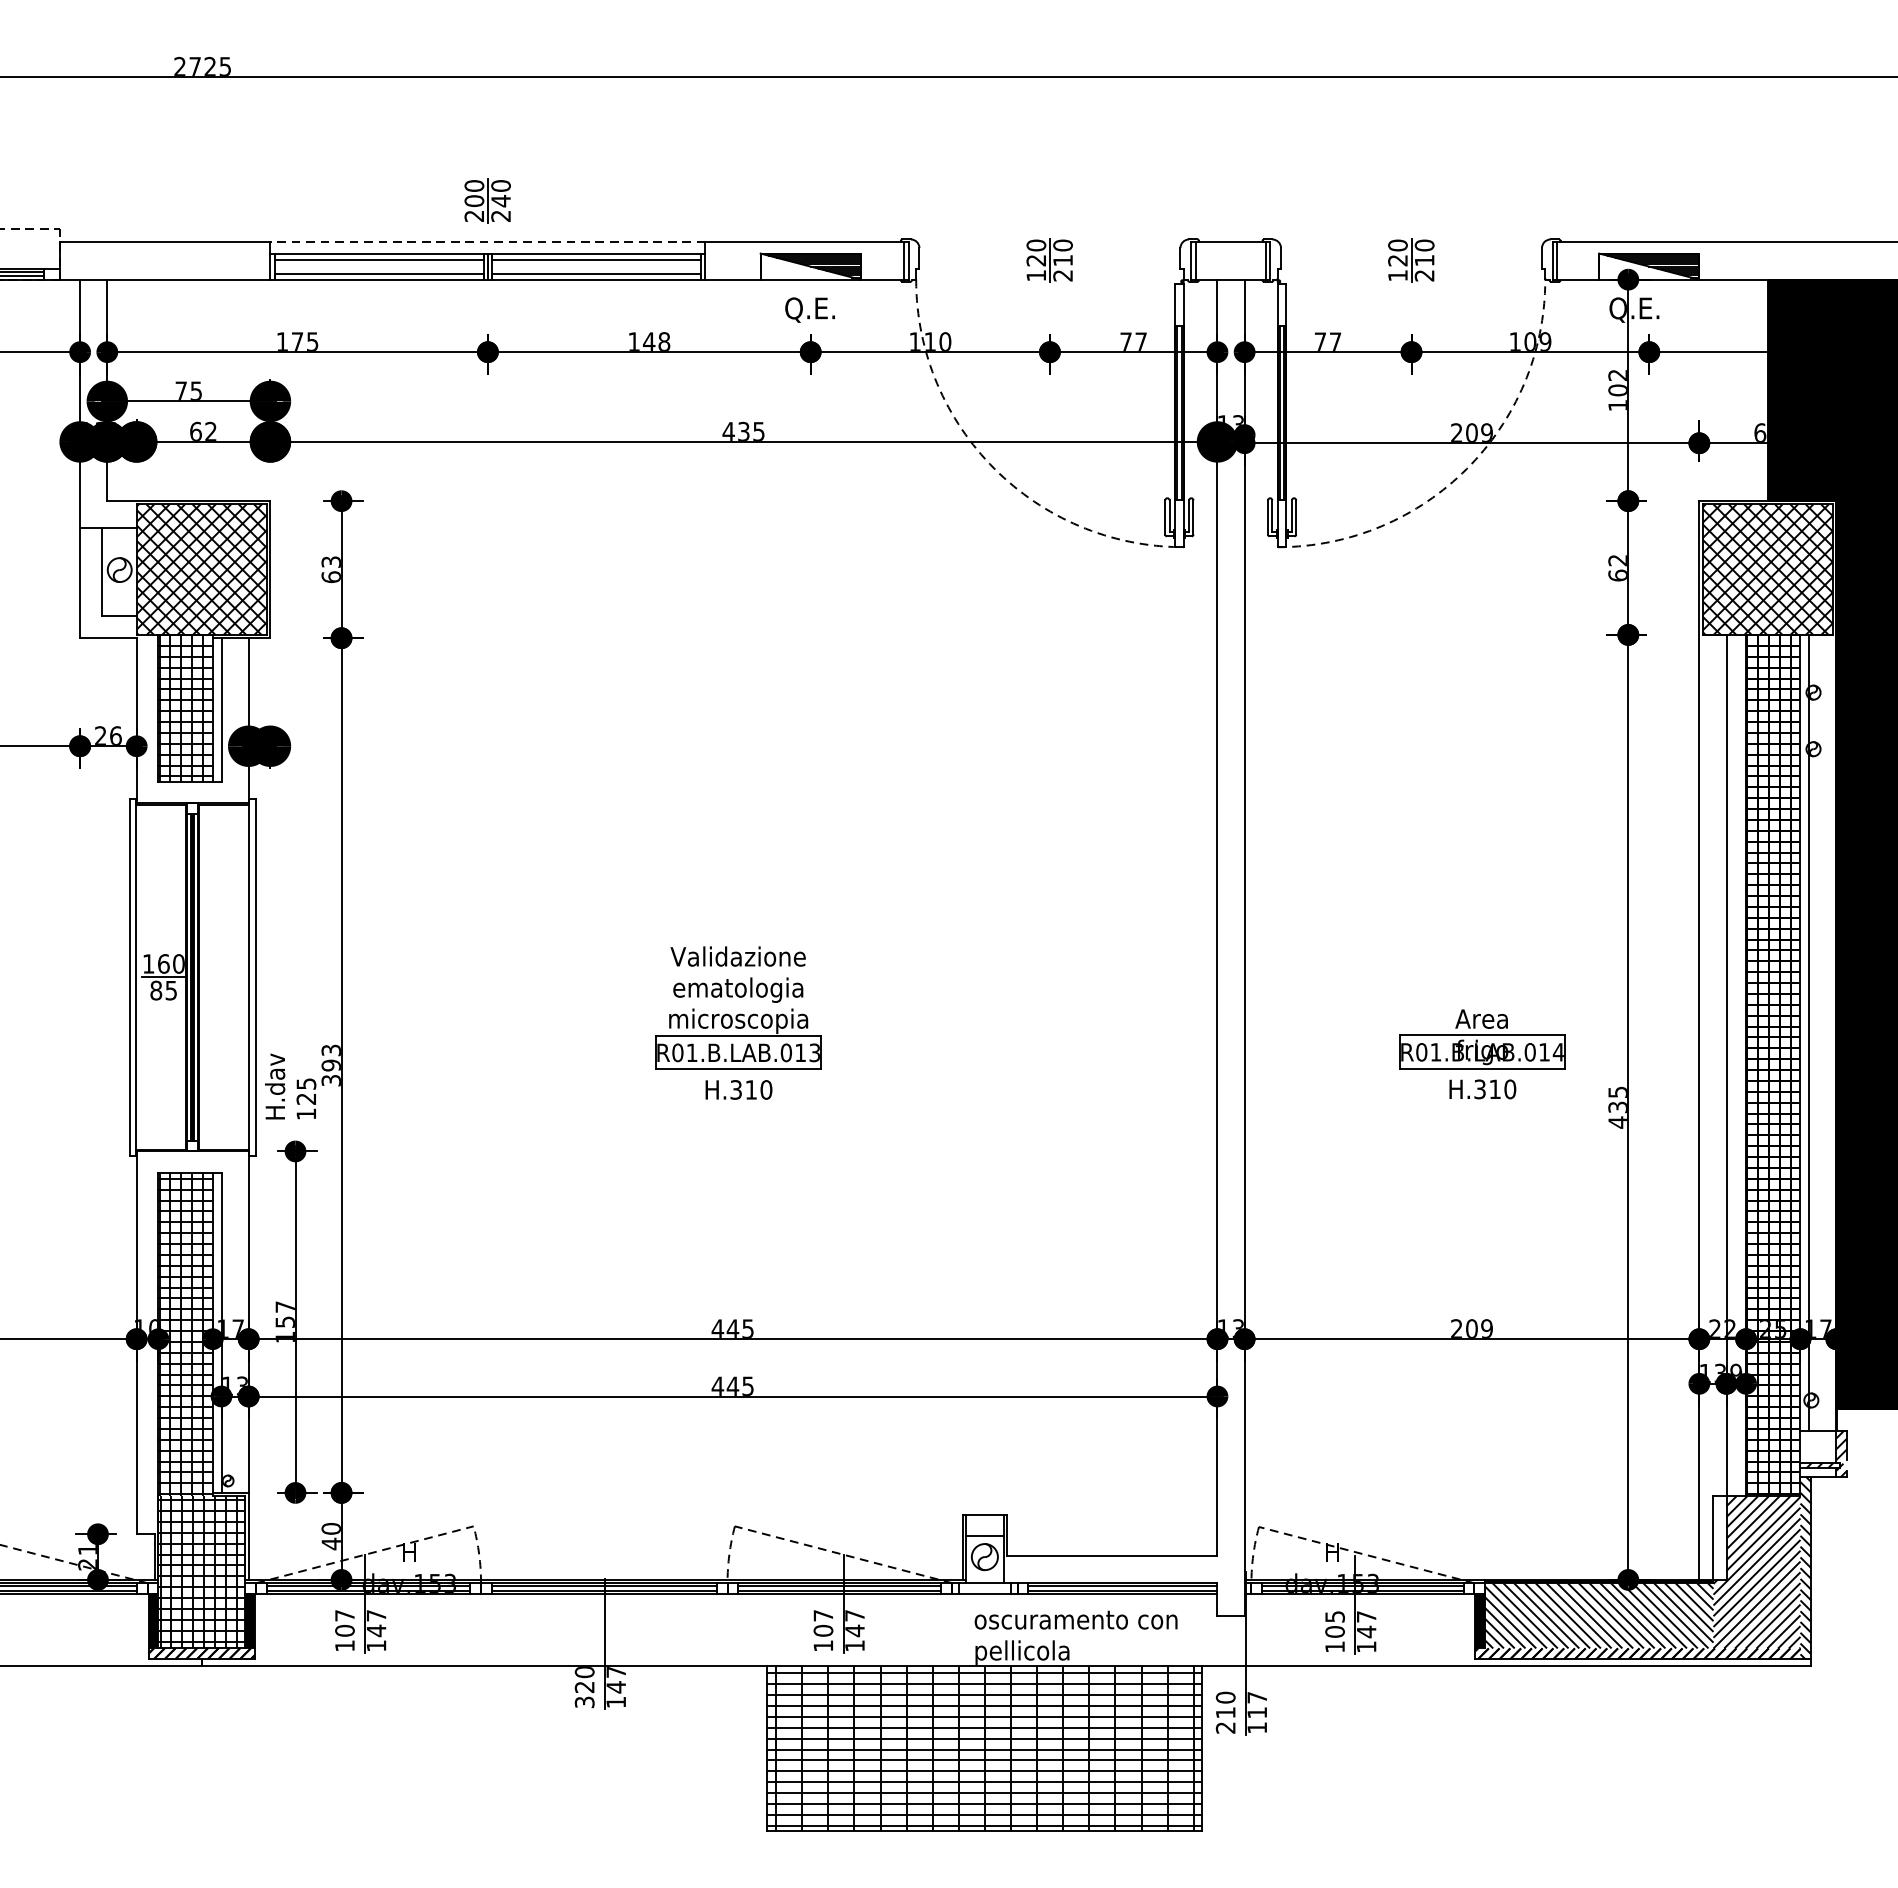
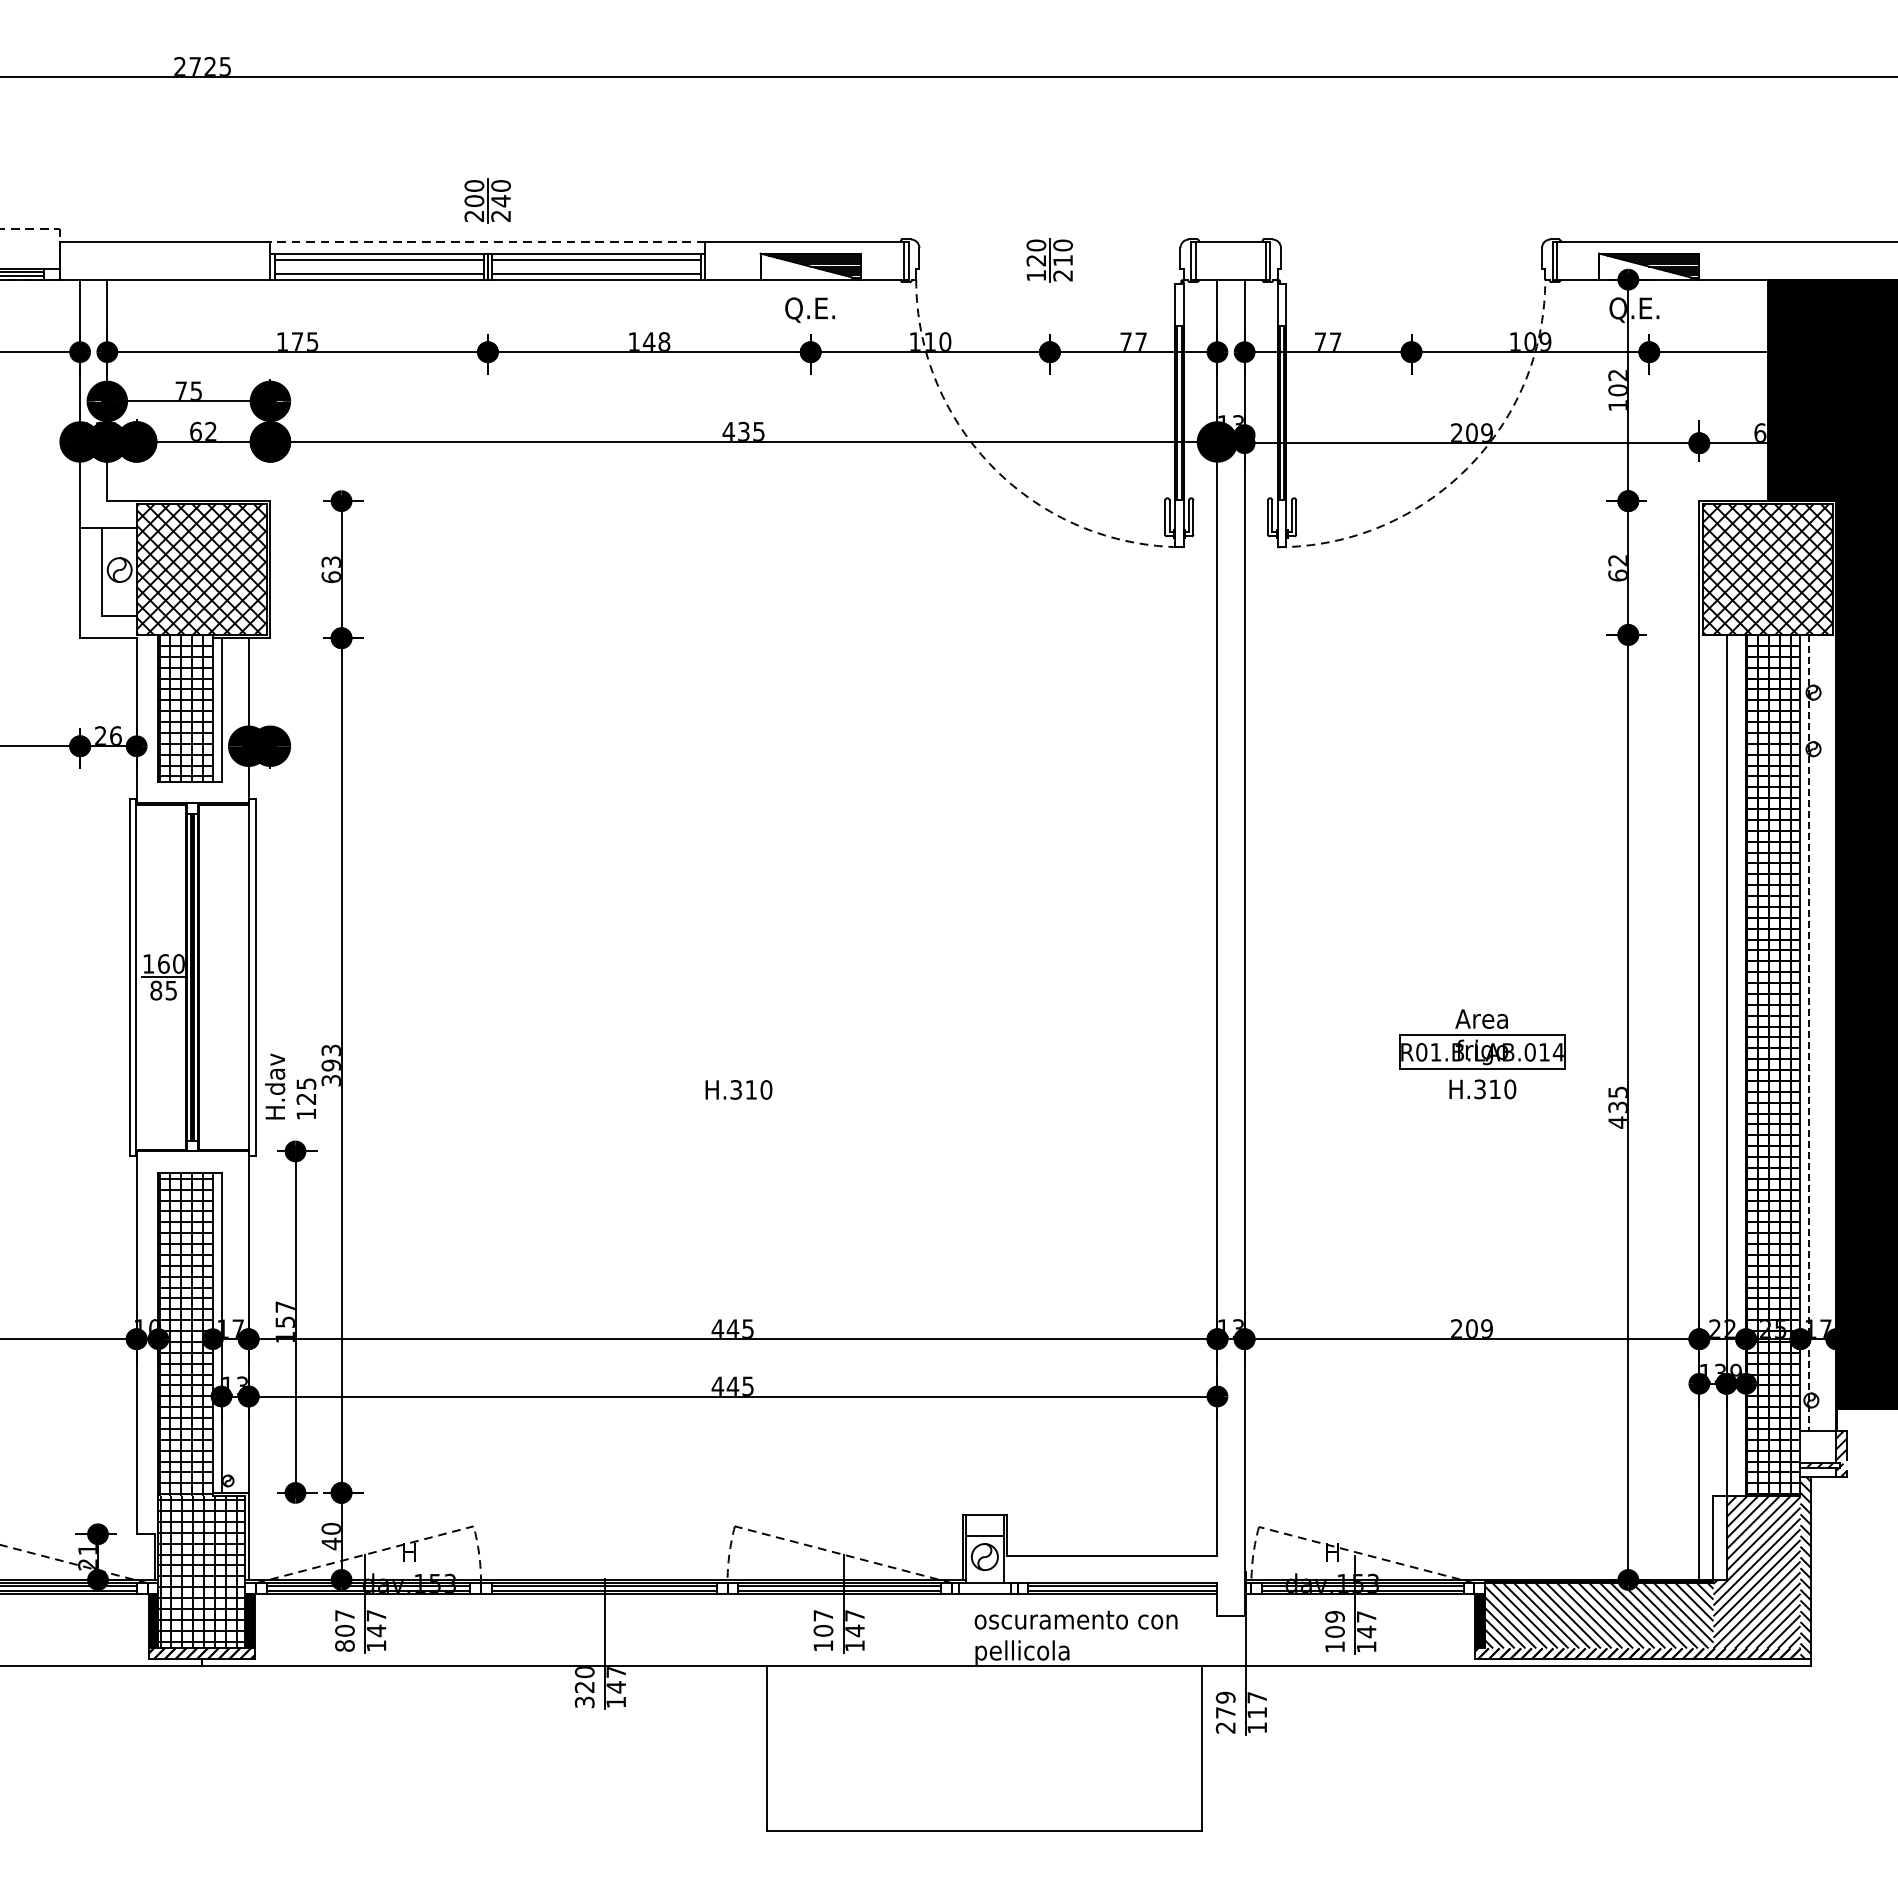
part at (1411, 260): present -> none
part at (739, 1013): present -> none
line at (1809, 1032): solid -> dashed
text at (1334, 1616): 105 -> 109
text at (344, 1645): 107 -> 807
text at (1225, 1704): 210 -> 279
hatch at (984, 1748): present -> none
